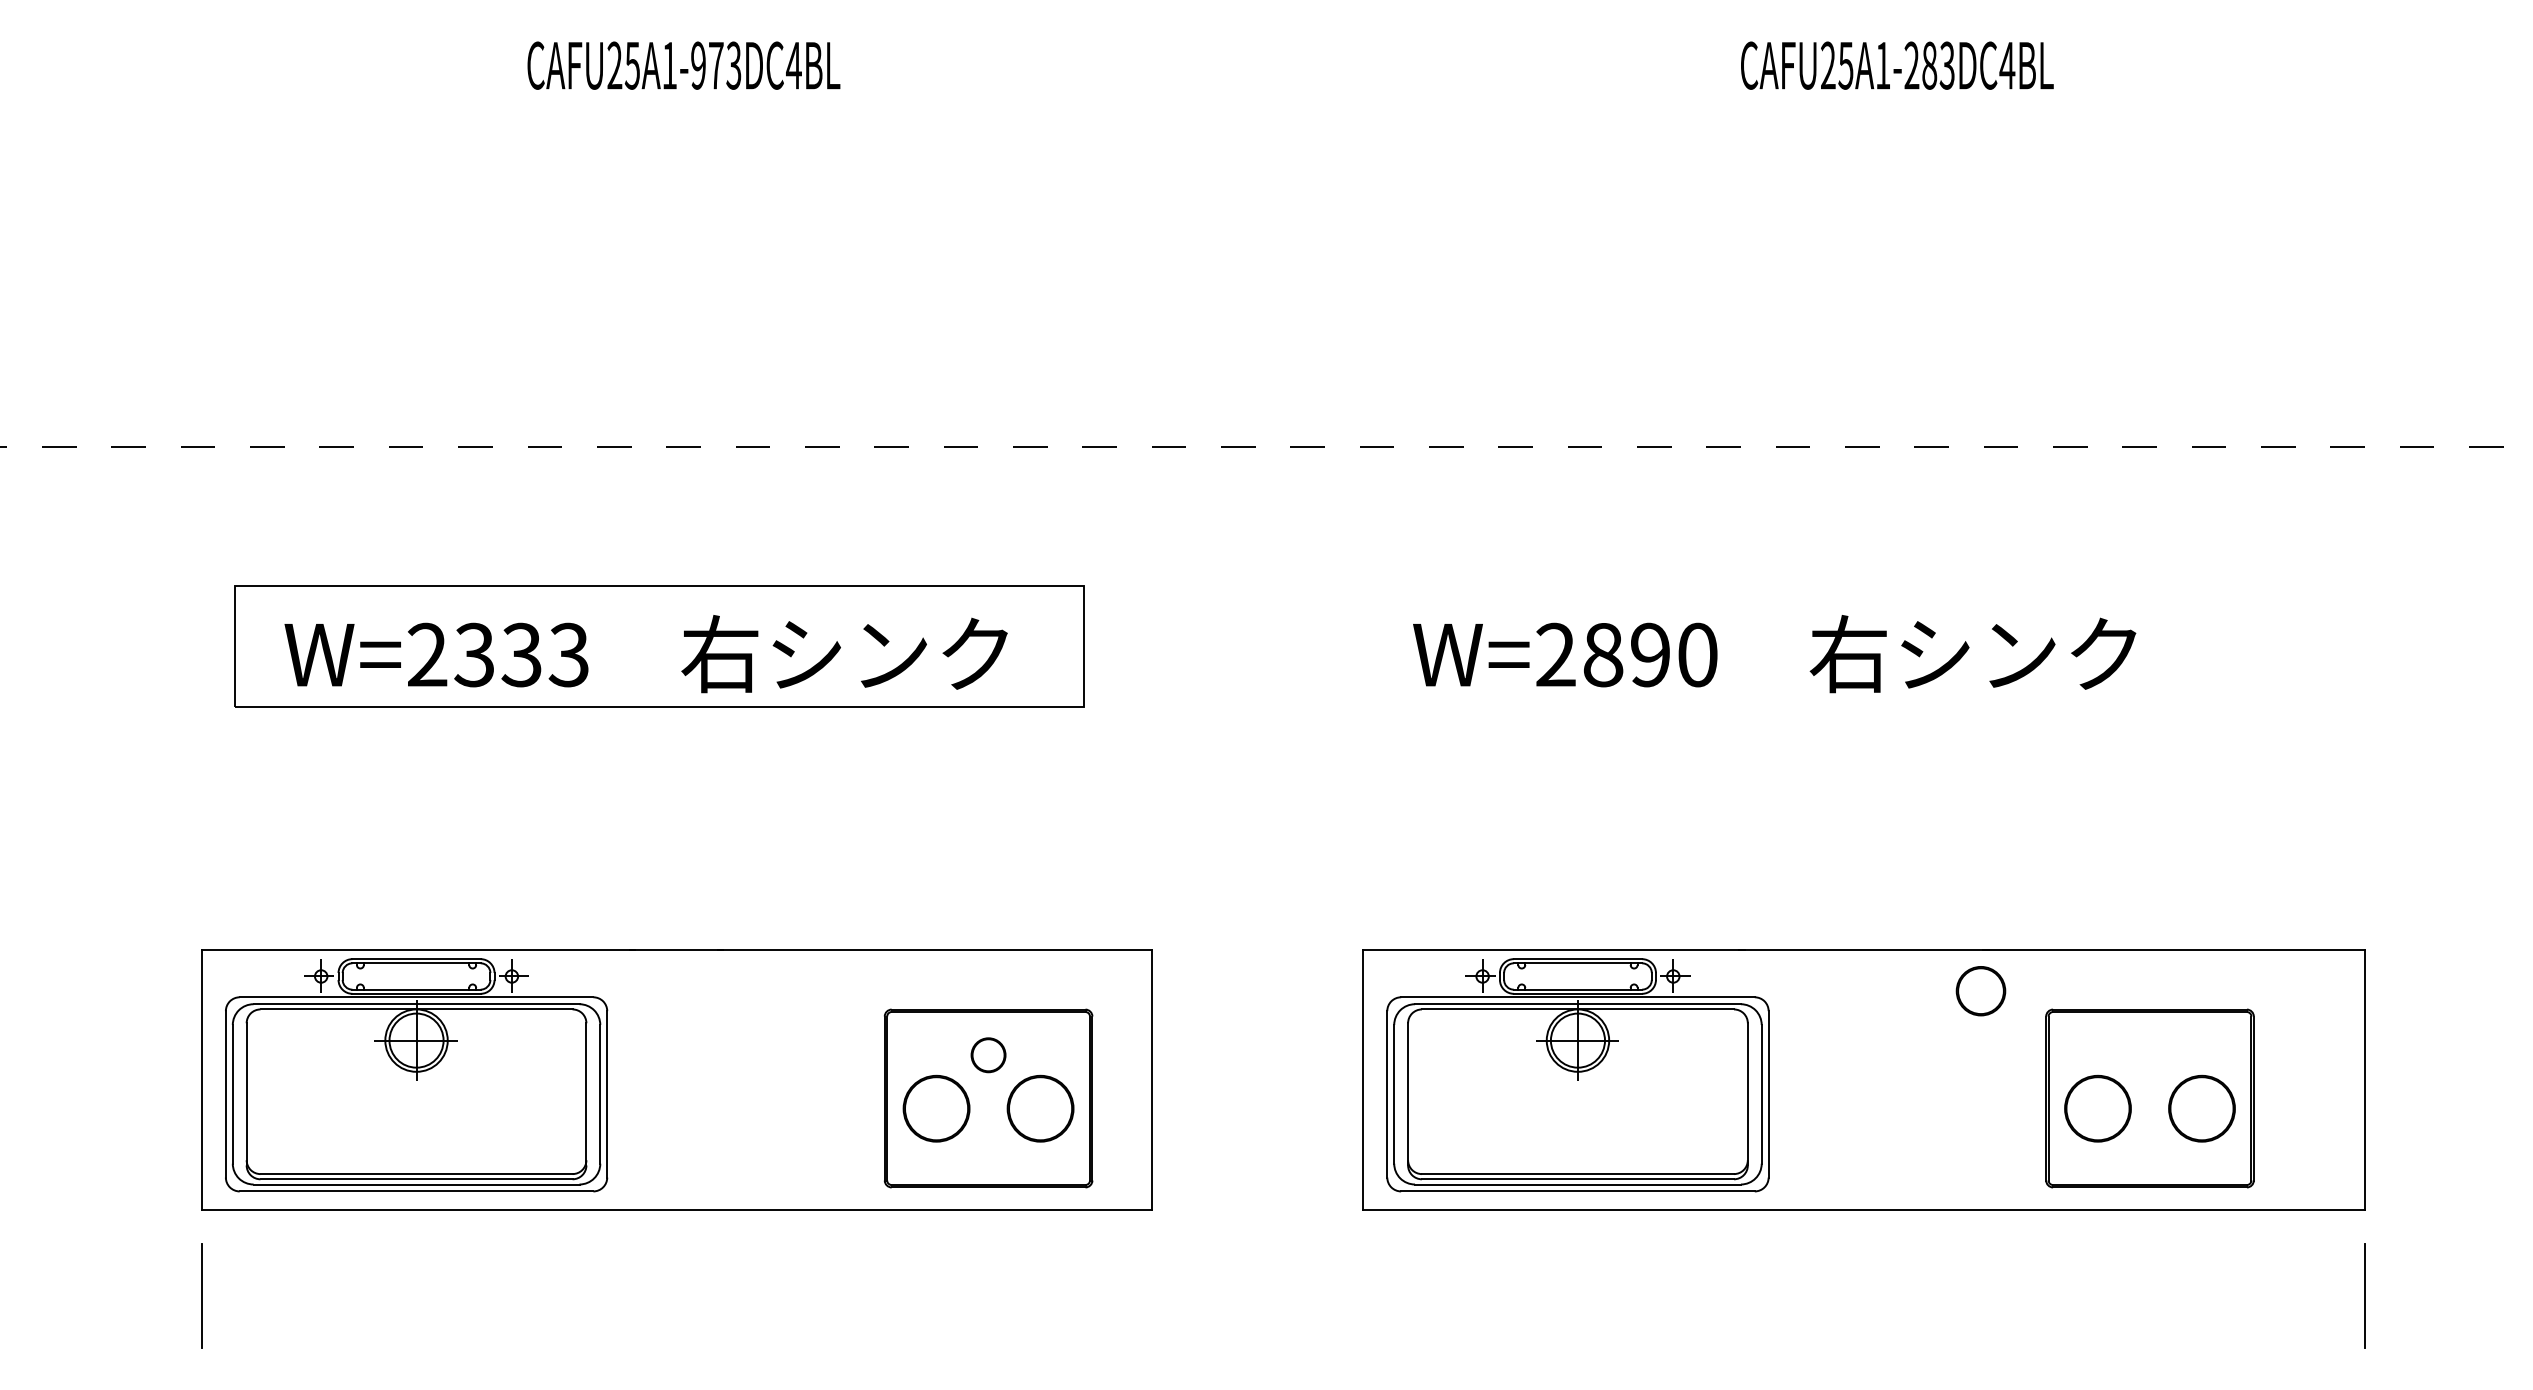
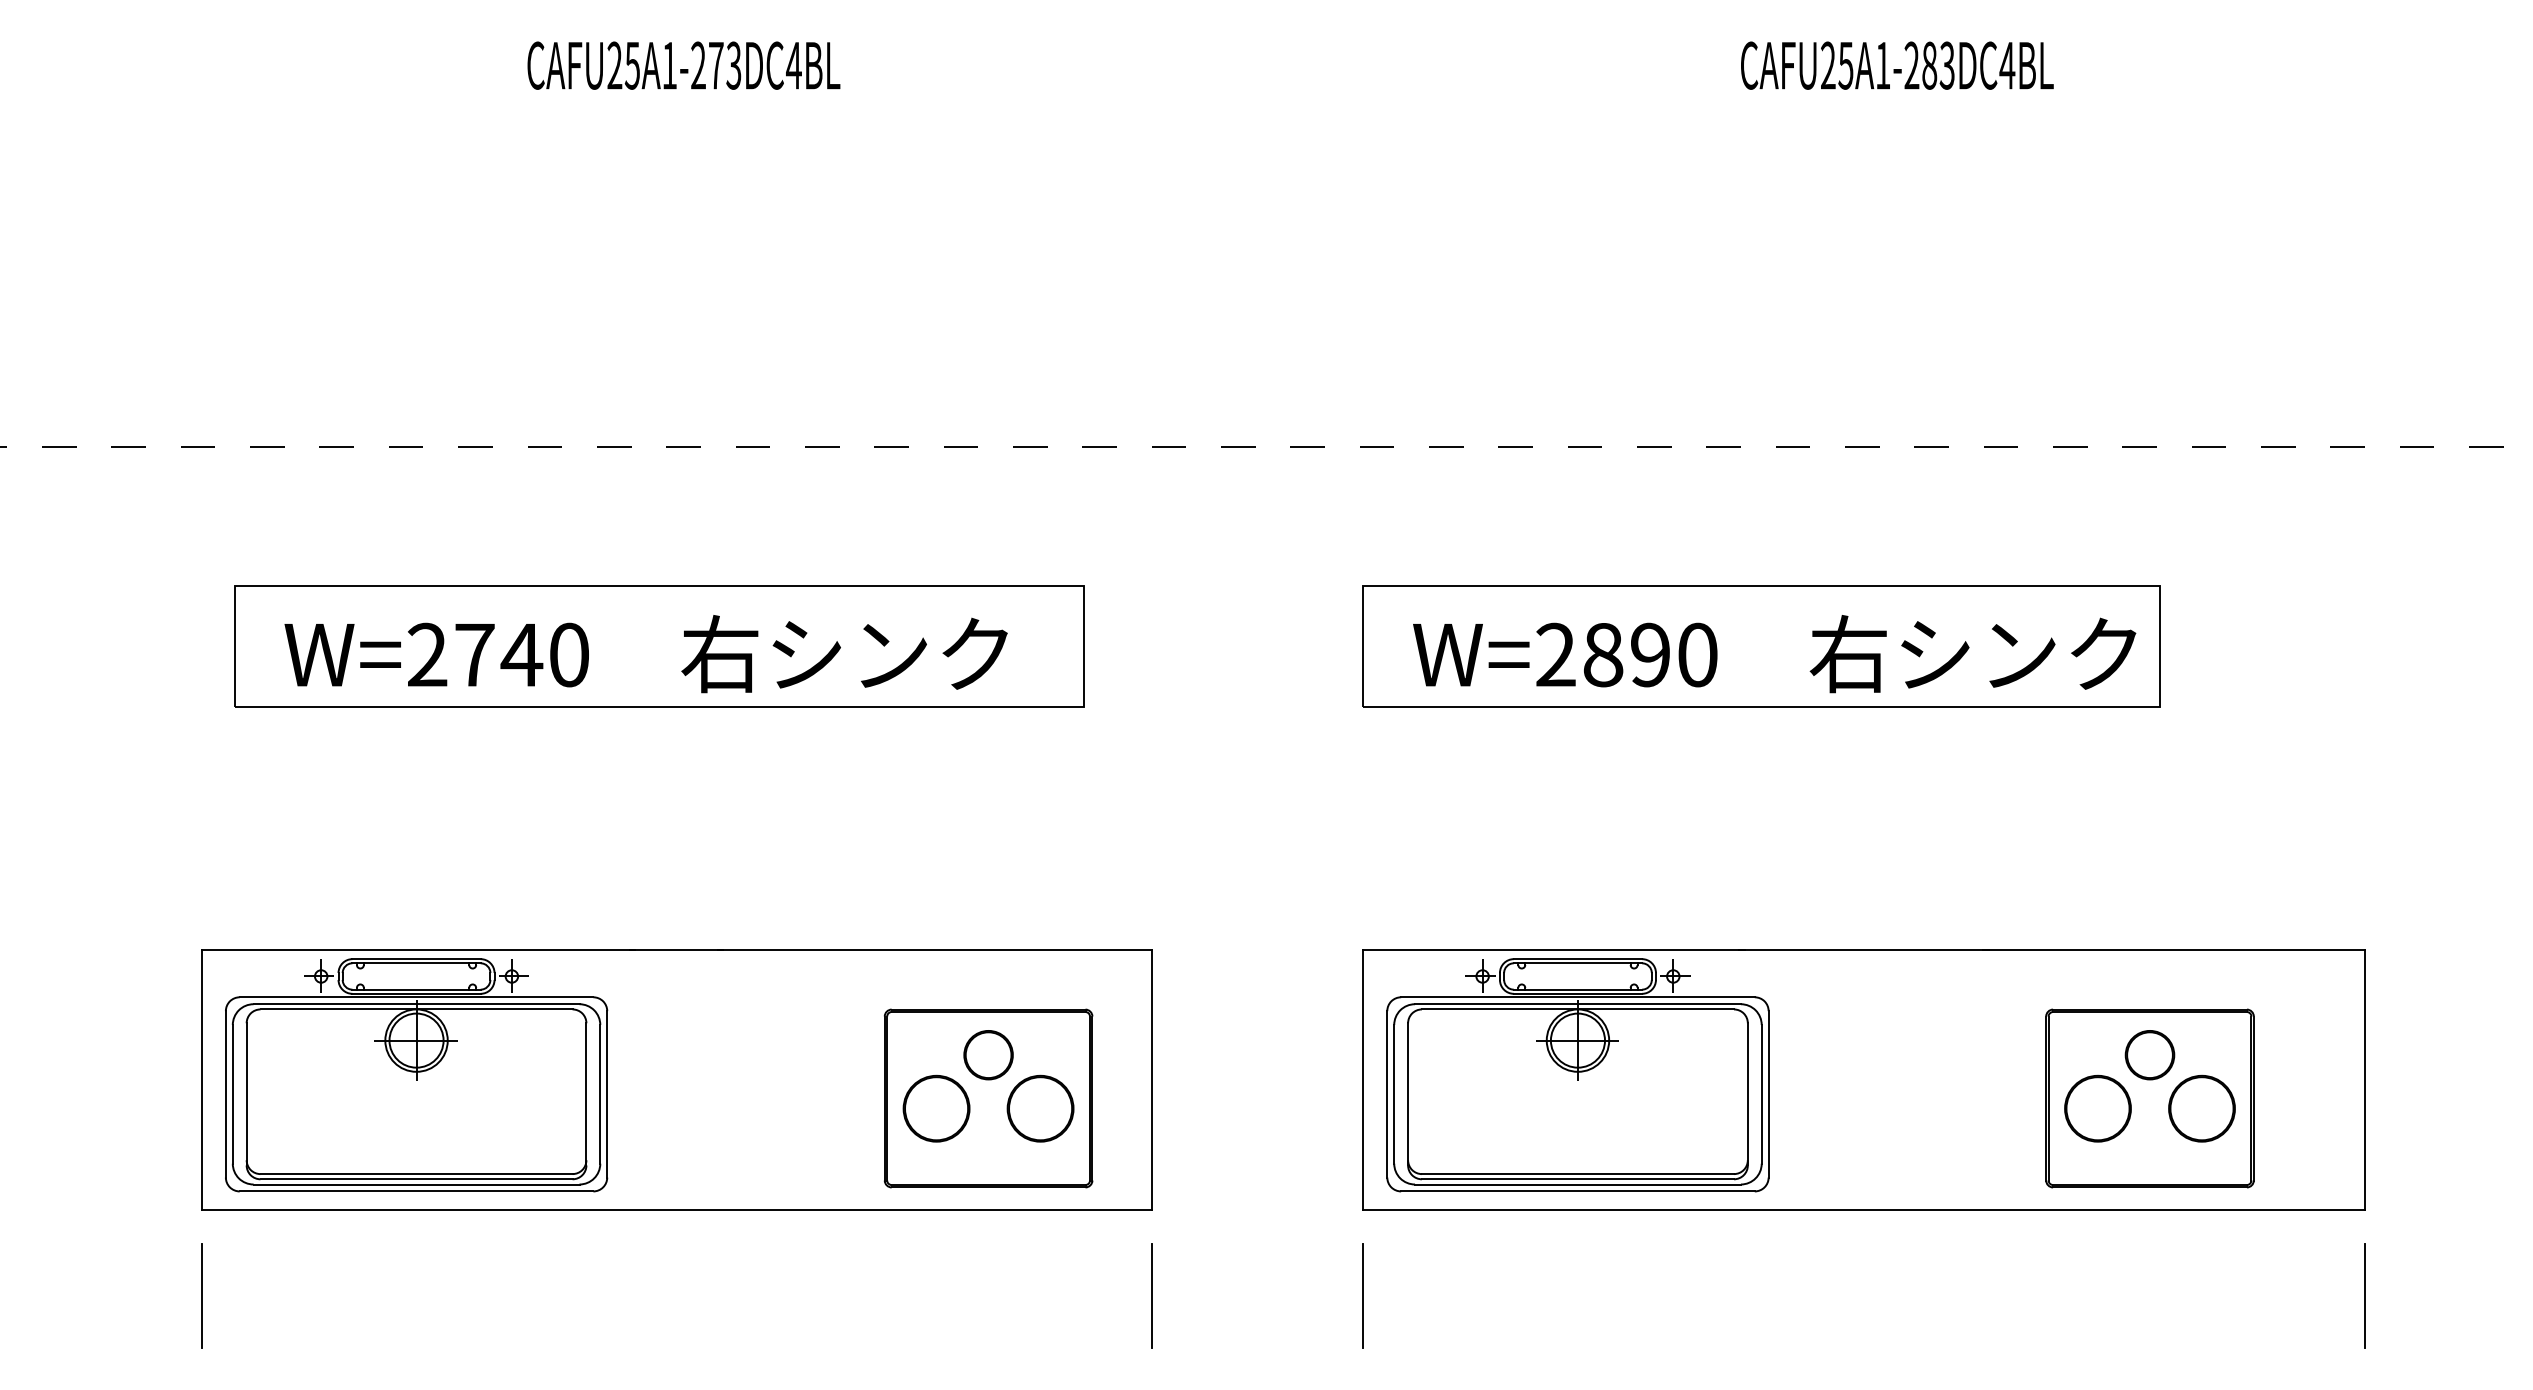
text at (698, 65): CAFU25A1-973DC4BL -> CAFU25A1-273DC4BL
part at (1761, 646): none -> present
text at (521, 654): W=2333 -> W=2740
part at (1980, 991) position: (1980, 991) -> (2149, 1055)
part at (988, 1055) size: 37x37 px -> 51x51 px
line at (1151, 1296): none -> present
line at (1363, 1296): none -> present
